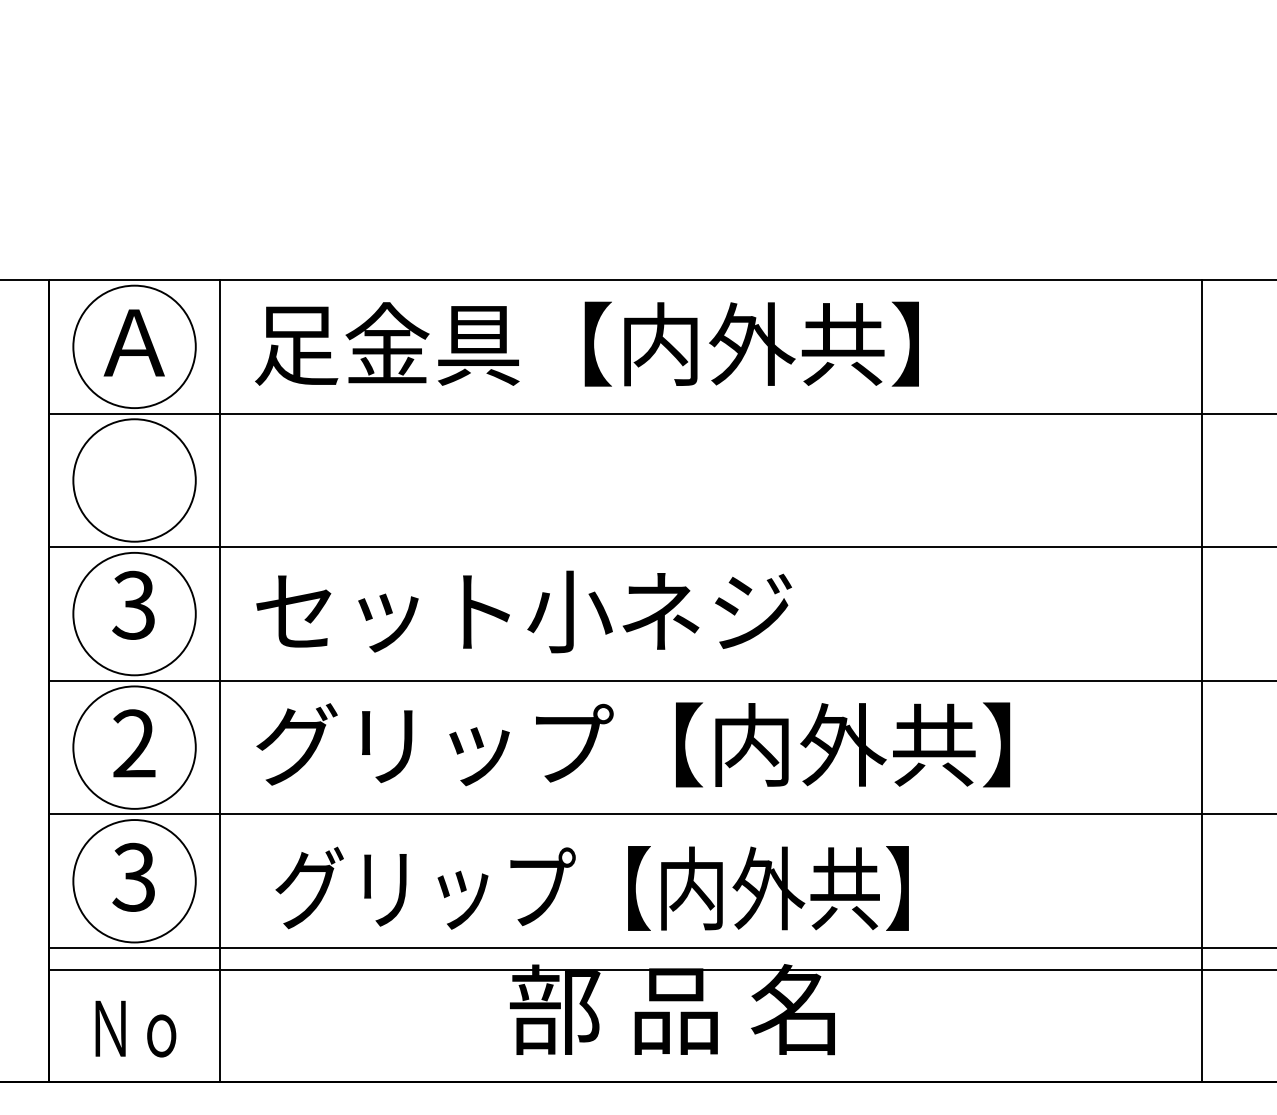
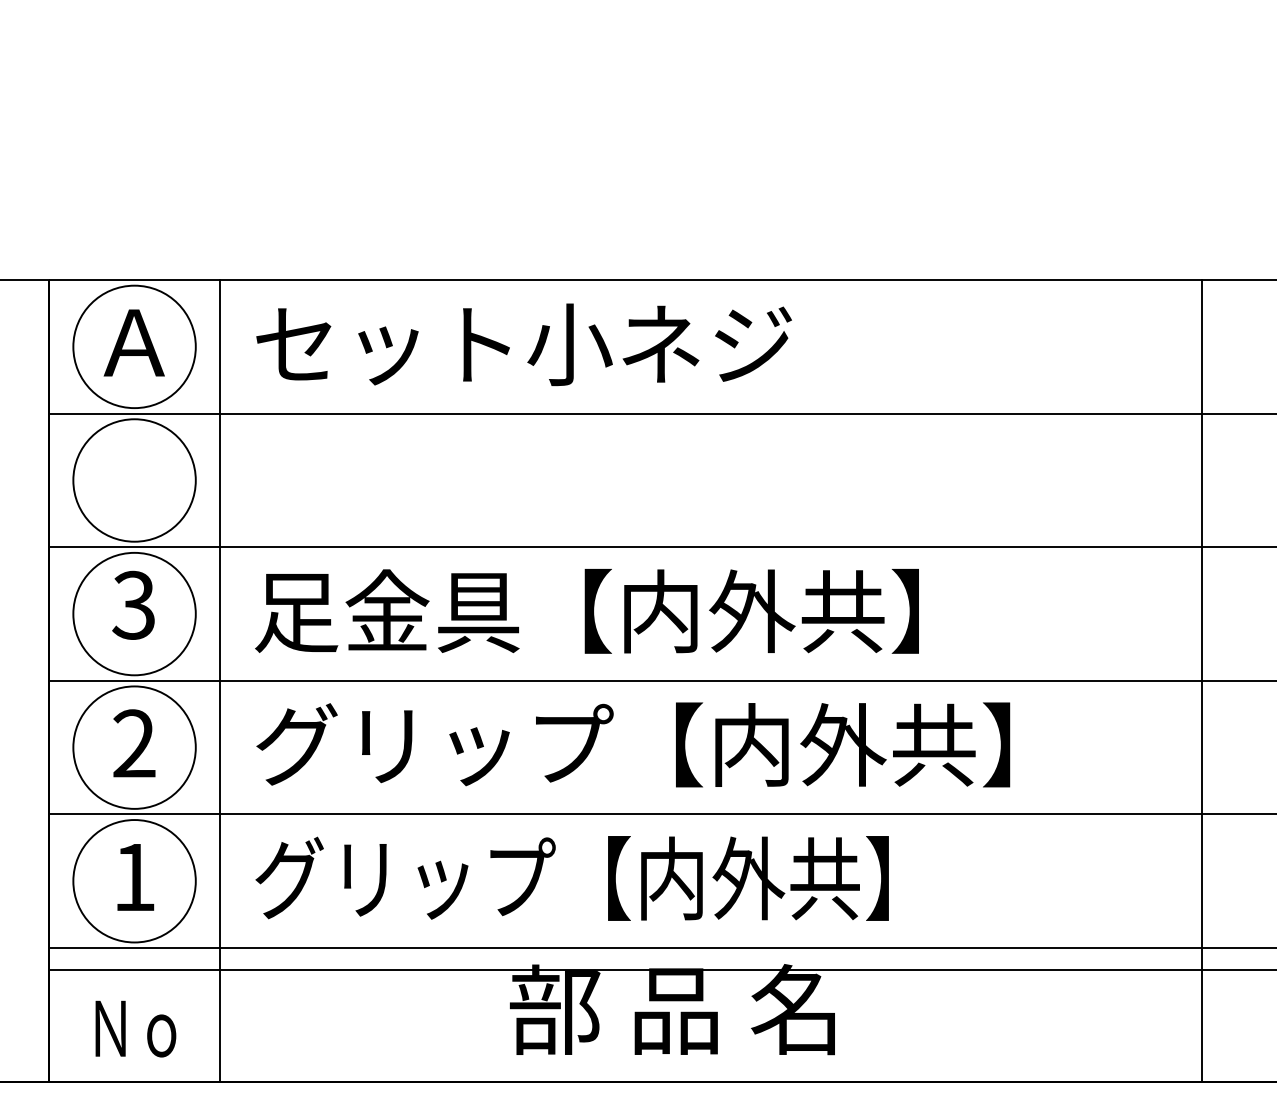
text at (586, 343): 足金具【内外共】 -> セット小ネジ
text at (586, 610): セット小ネジ -> 足金具【内外共】
text at (133, 876): 3 -> 1
text at (591, 888) position: (591, 888) -> (571, 878)
